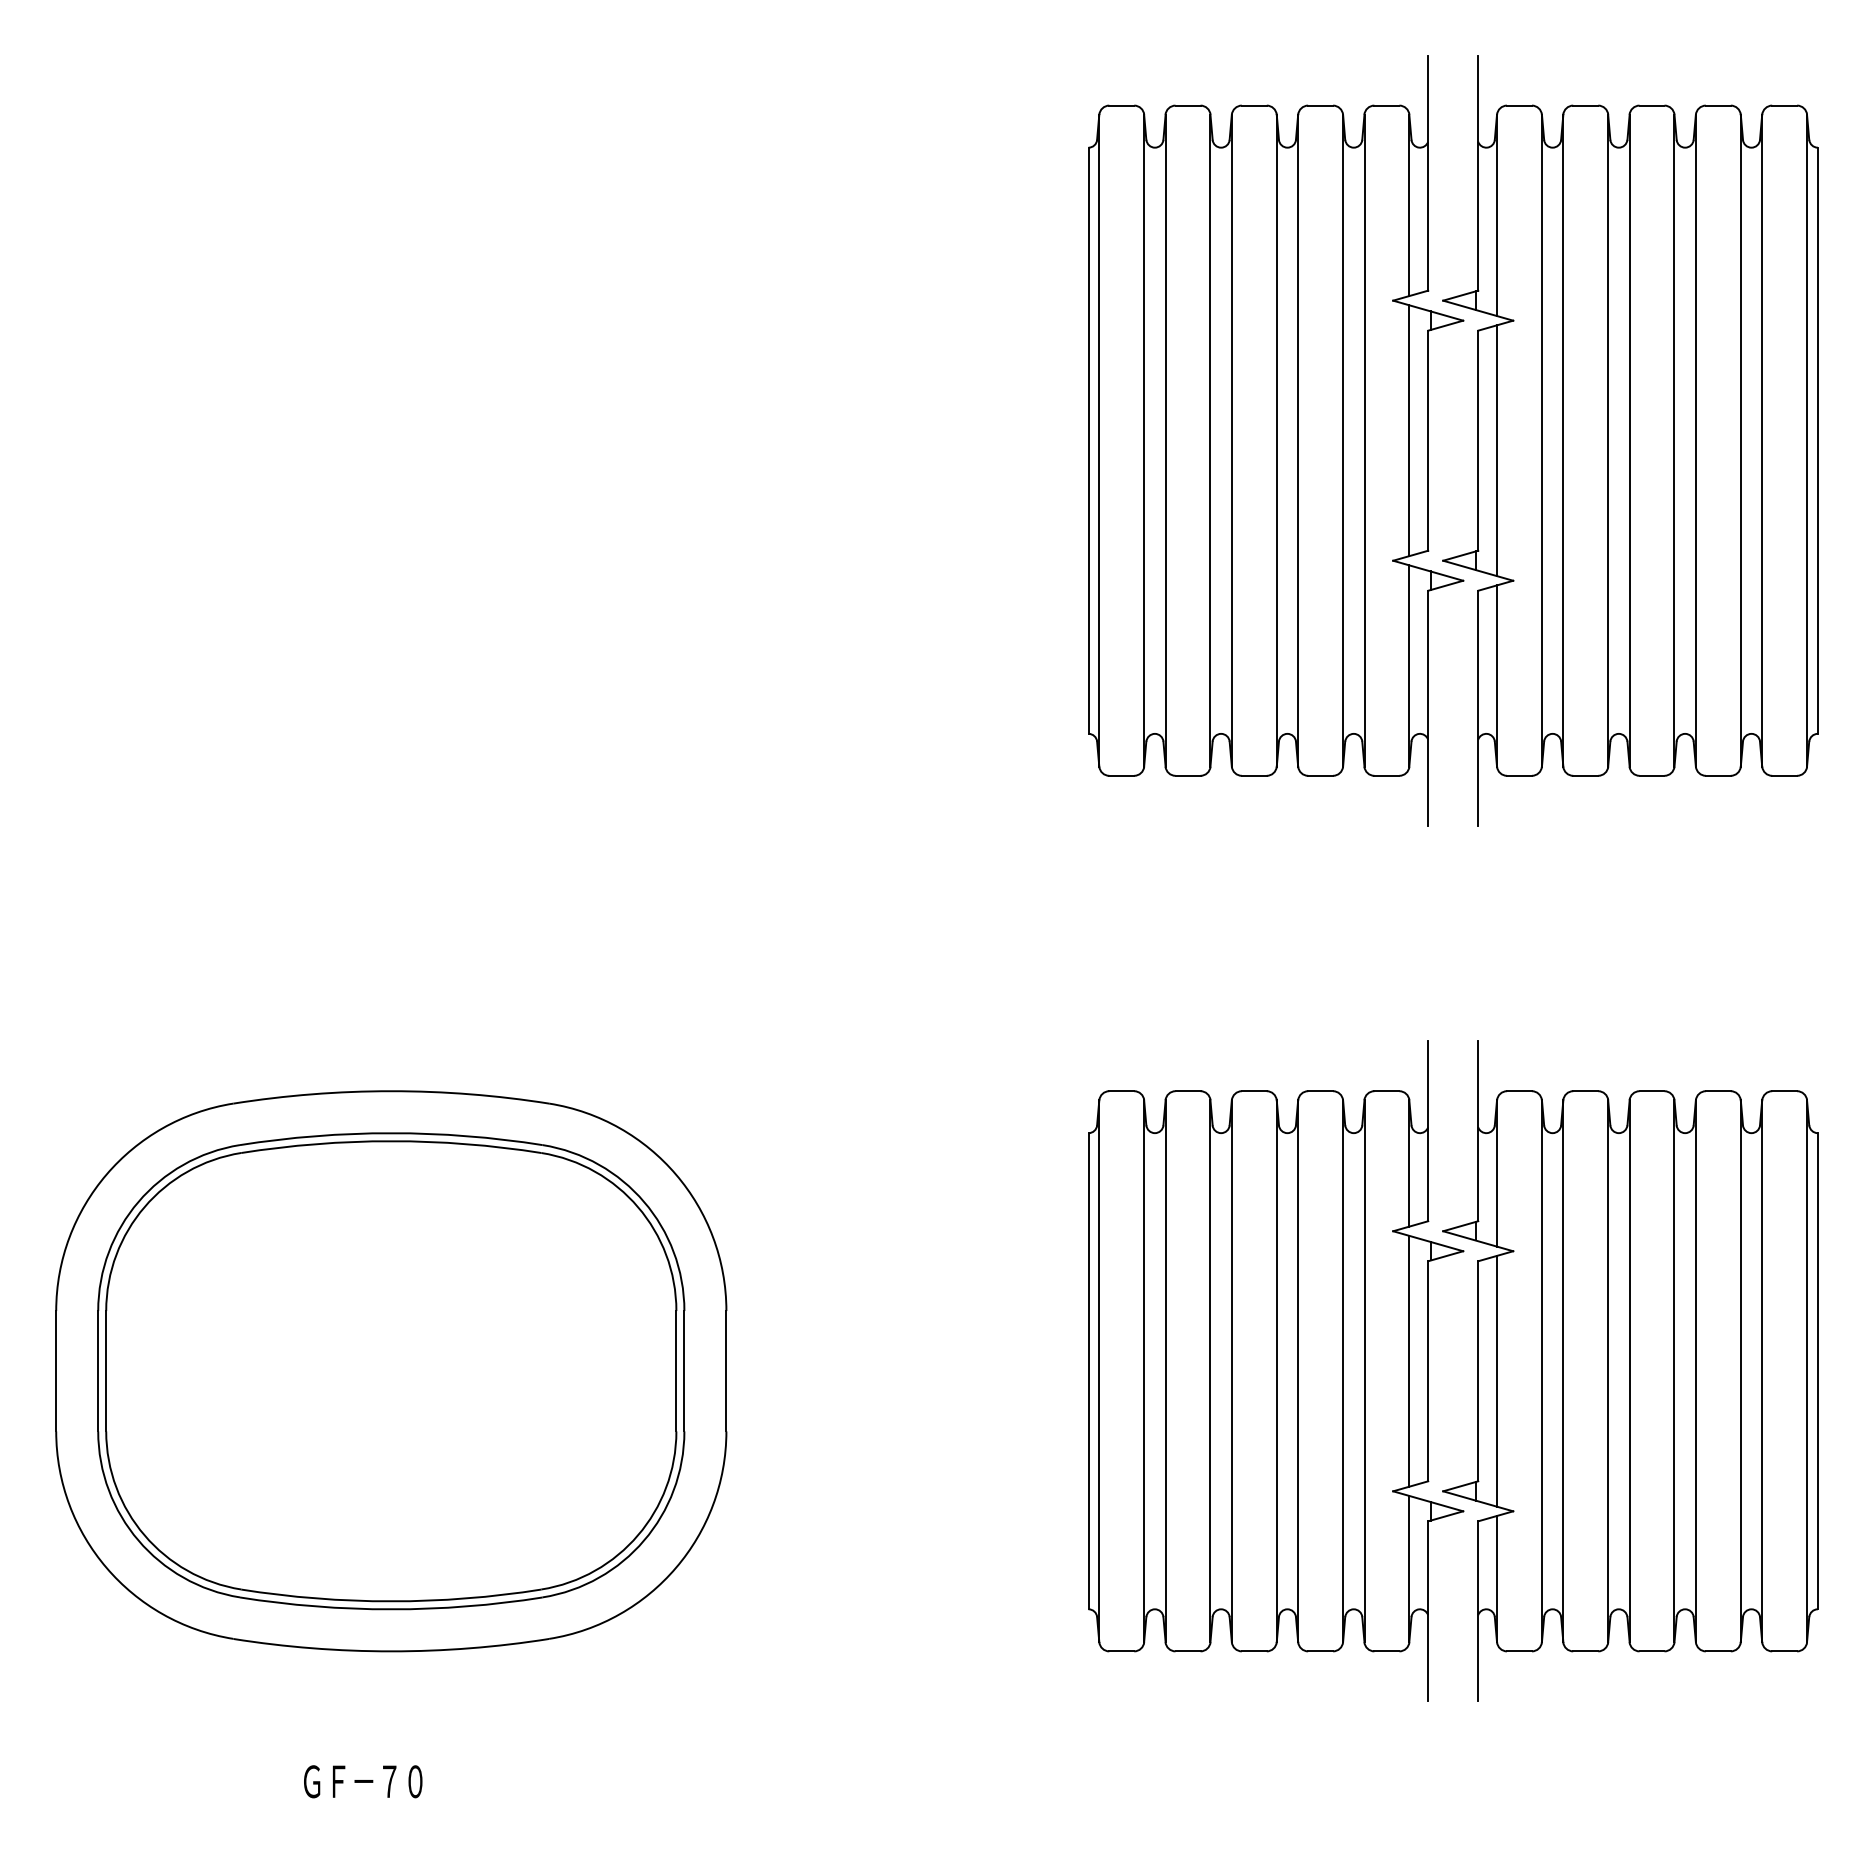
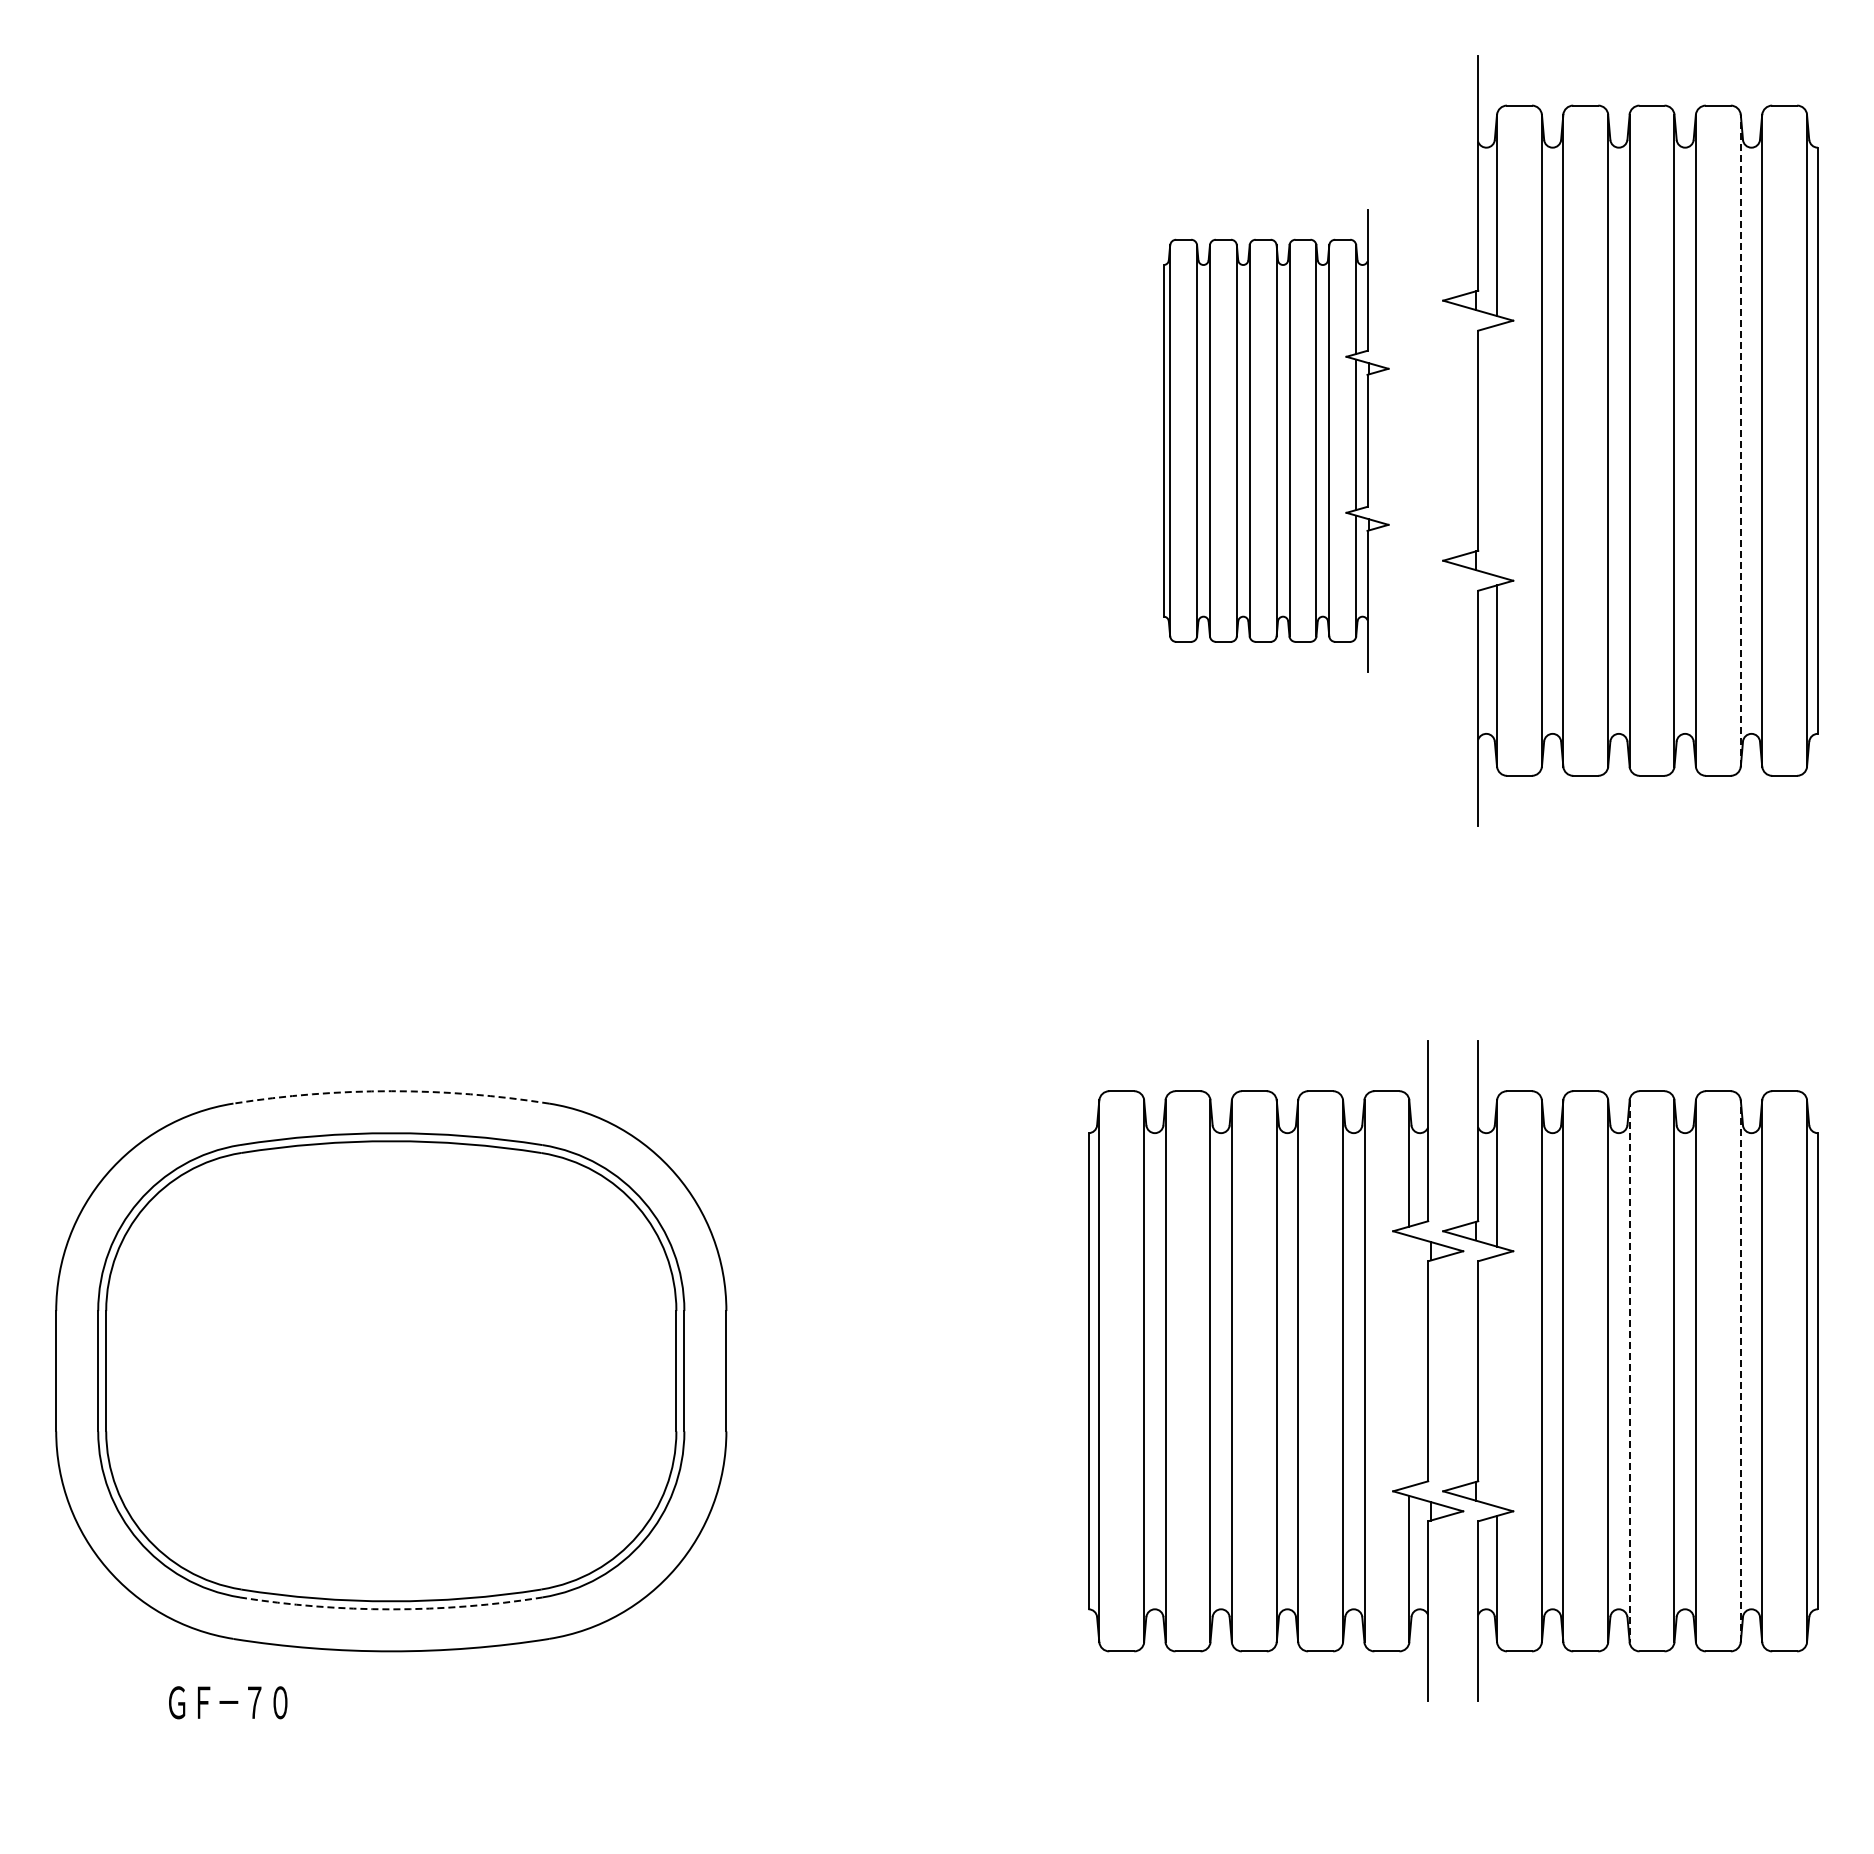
part at (1276, 440) size: 377x772 px -> 227x464 px
line at (1740, 440): solid -> dashed
line at (1497, 450): present -> none
arc at (391, 1091): solid -> dashed
line at (1409, 1360): present -> none
line at (1629, 1371): solid -> dashed
line at (1740, 1371): solid -> dashed
line at (1497, 1380): present -> none
arc at (391, 1609): solid -> dashed
text at (363, 1781) position: (363, 1781) -> (228, 1702)
